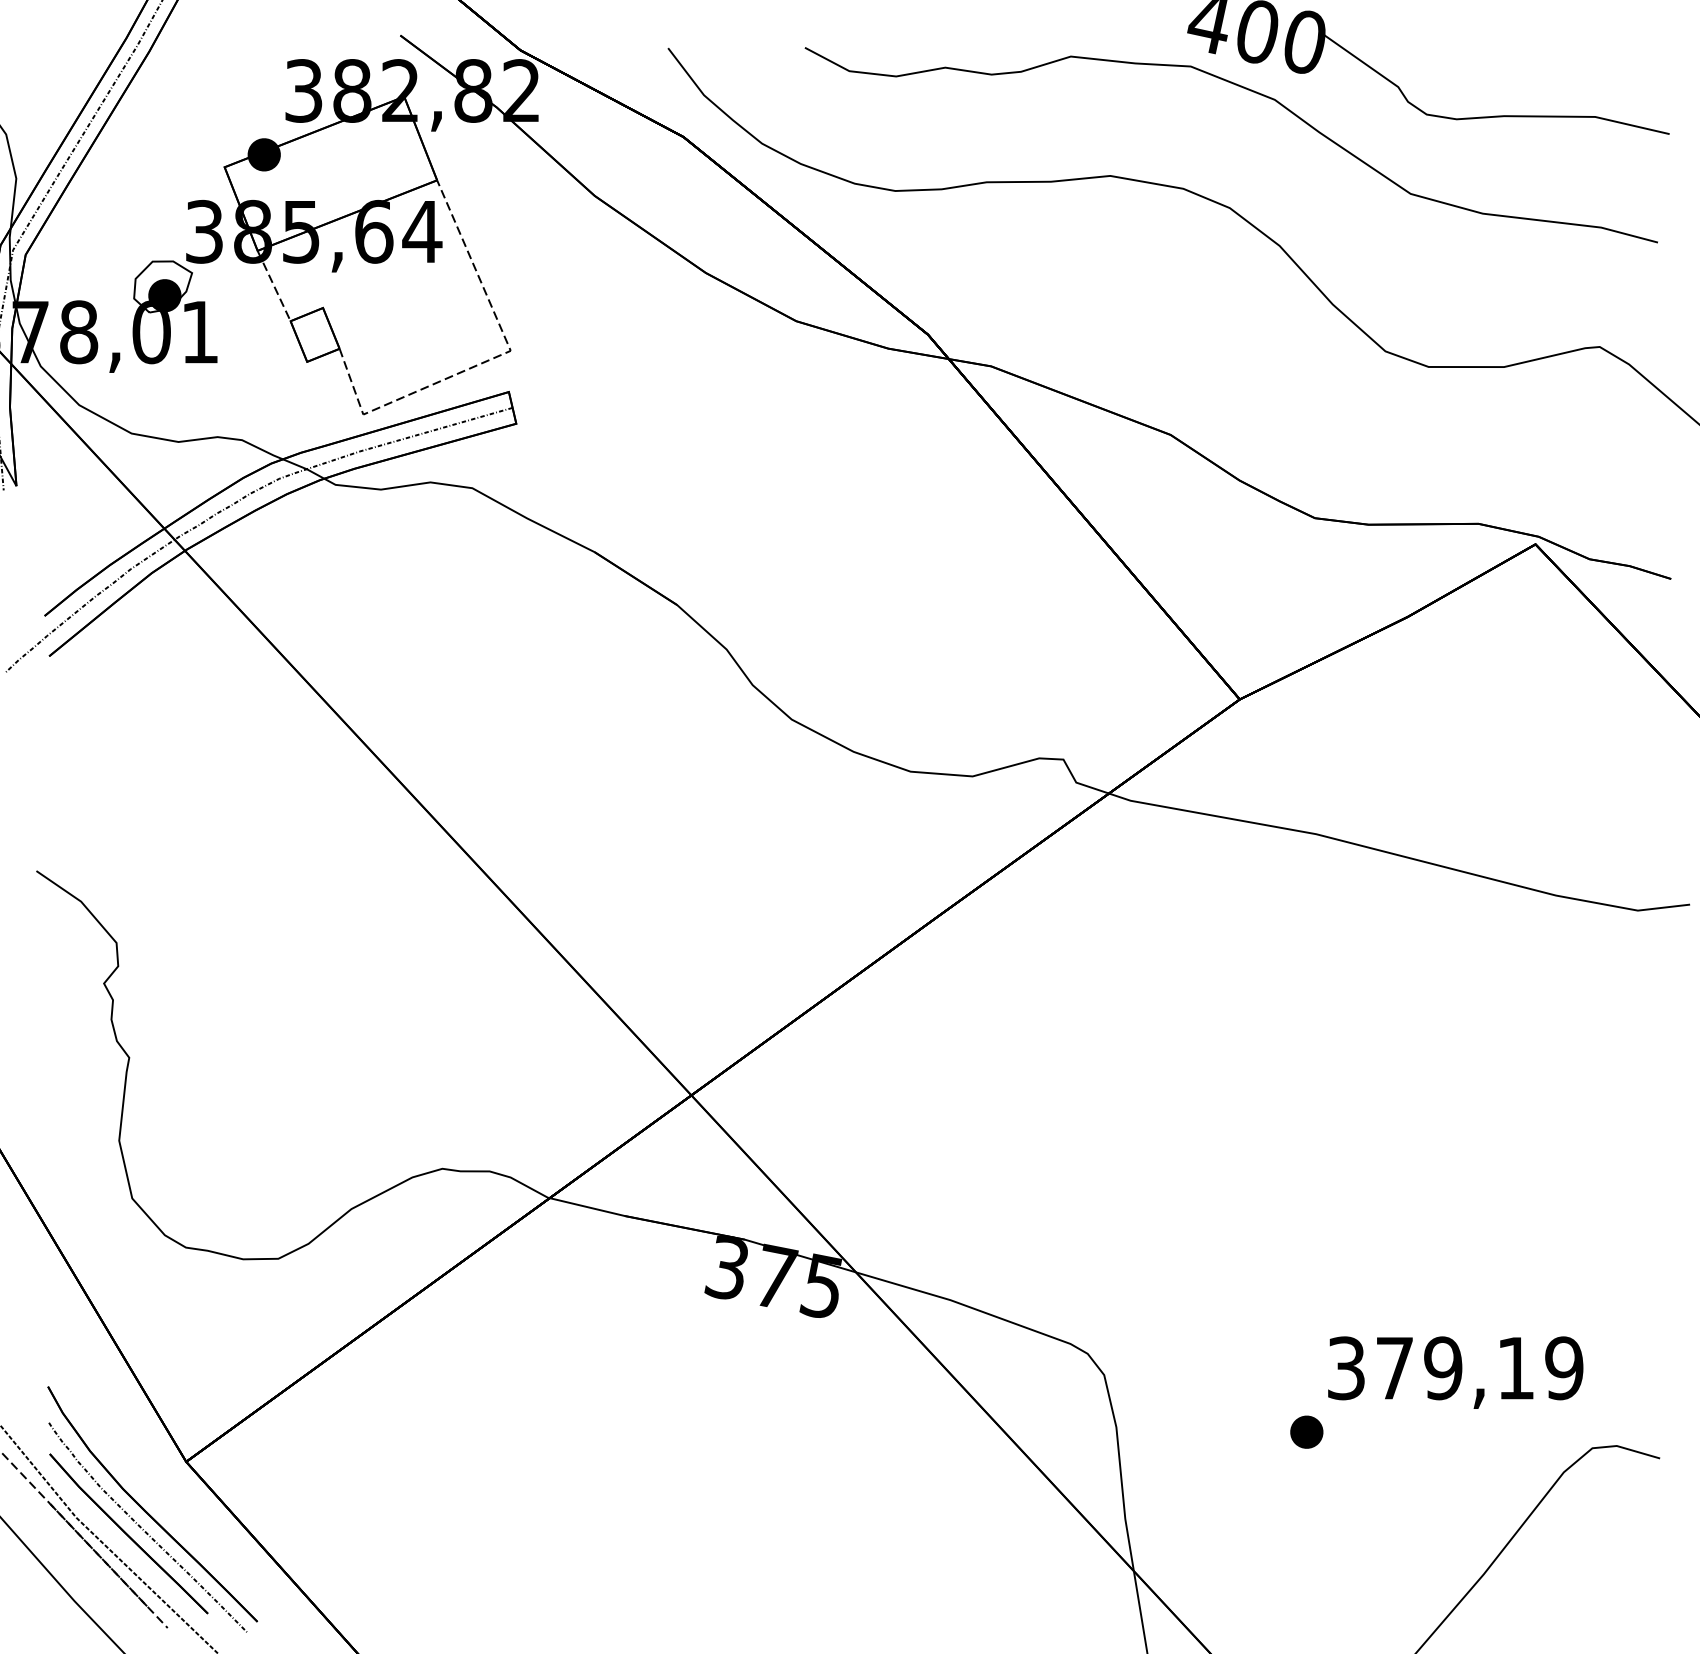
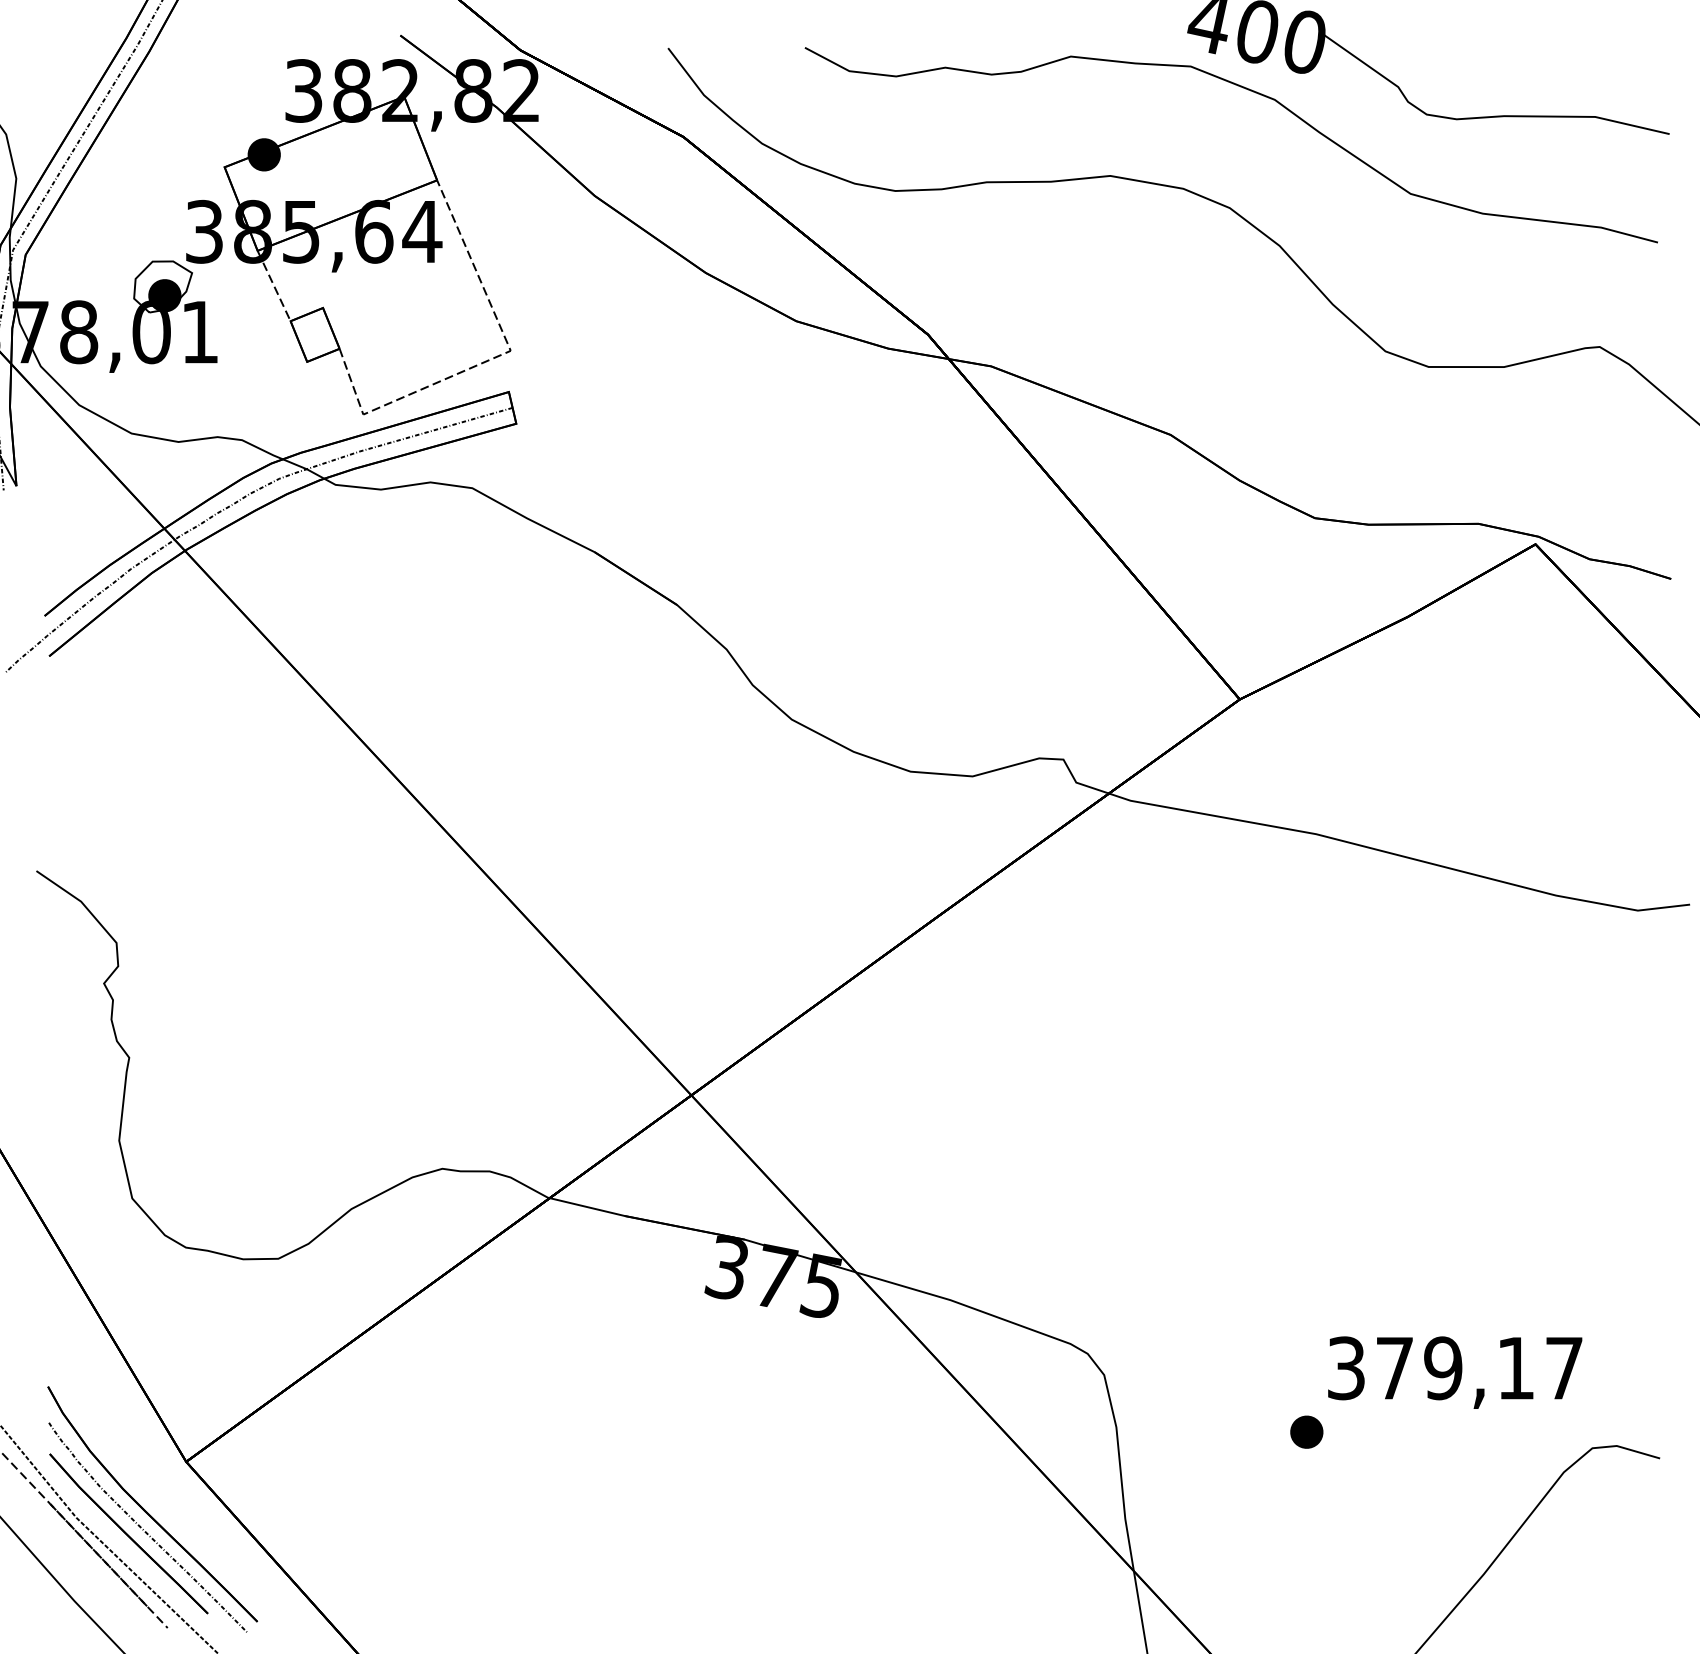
text at (1564, 1368): 379,19 -> 379,17
